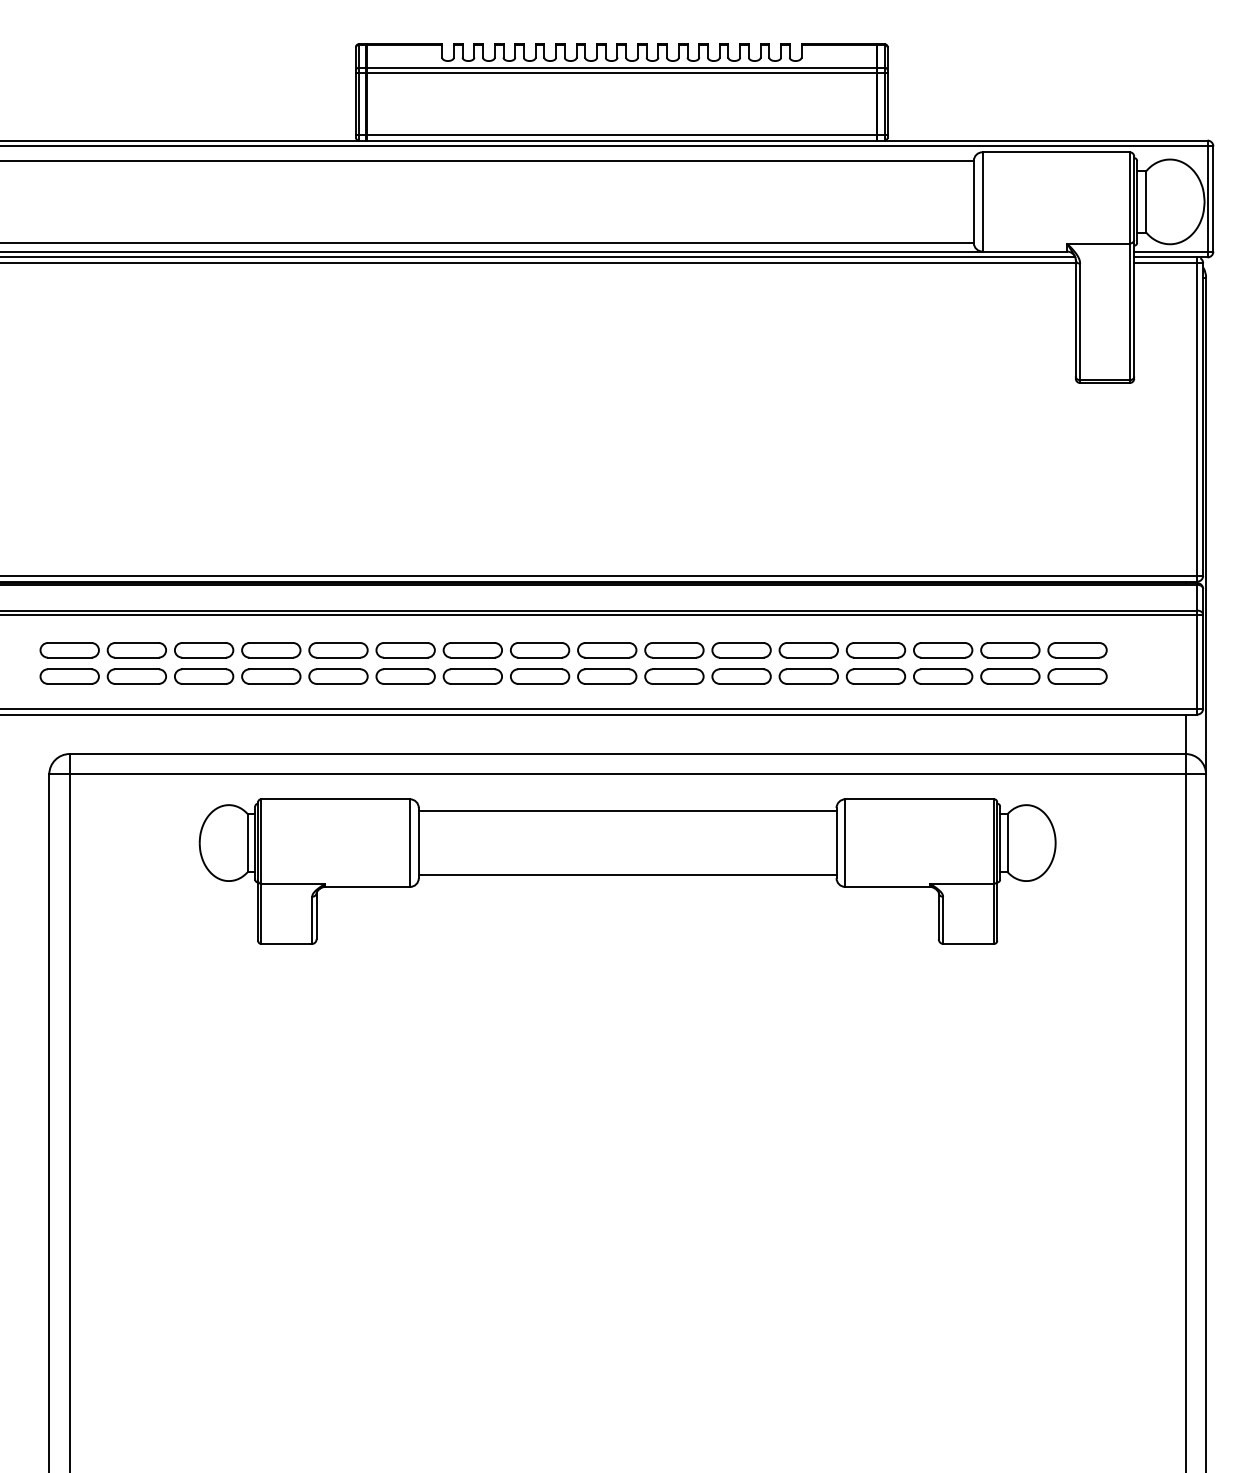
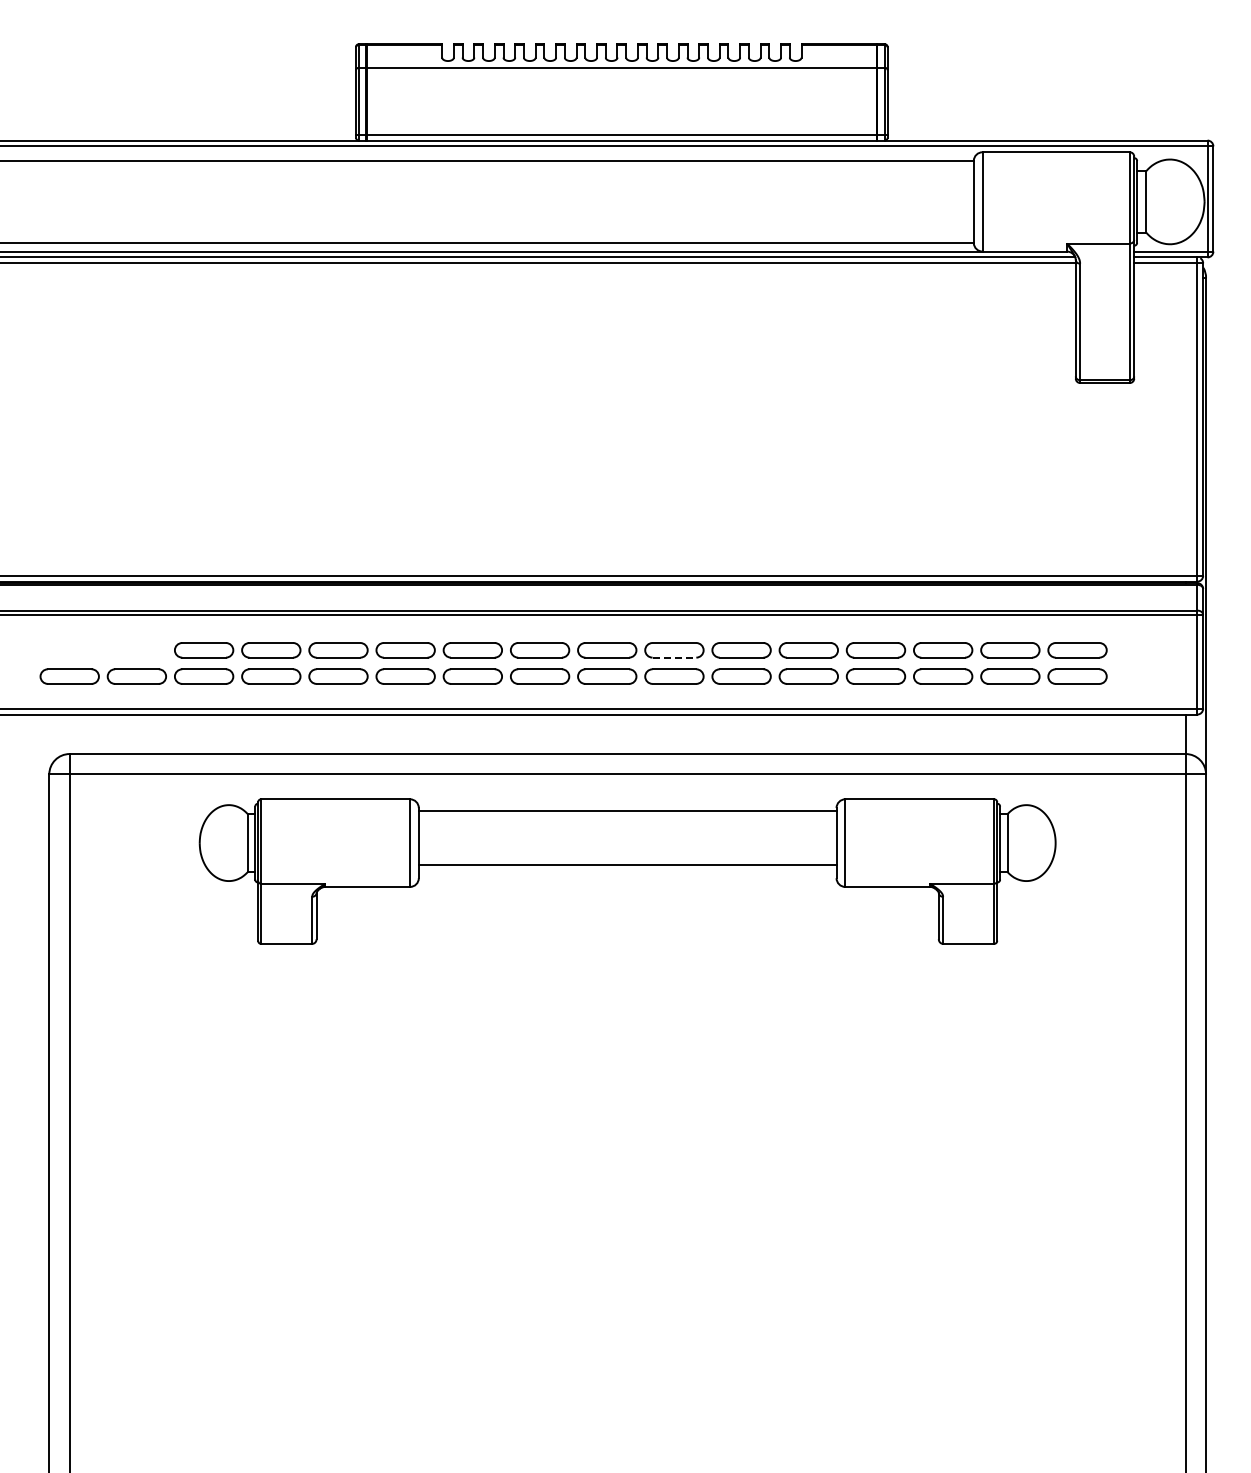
line at (621, 72): present -> none
part at (102, 650): present -> none
line at (674, 657): solid -> dashed
line at (627, 875) position: (627, 875) -> (627, 865)
